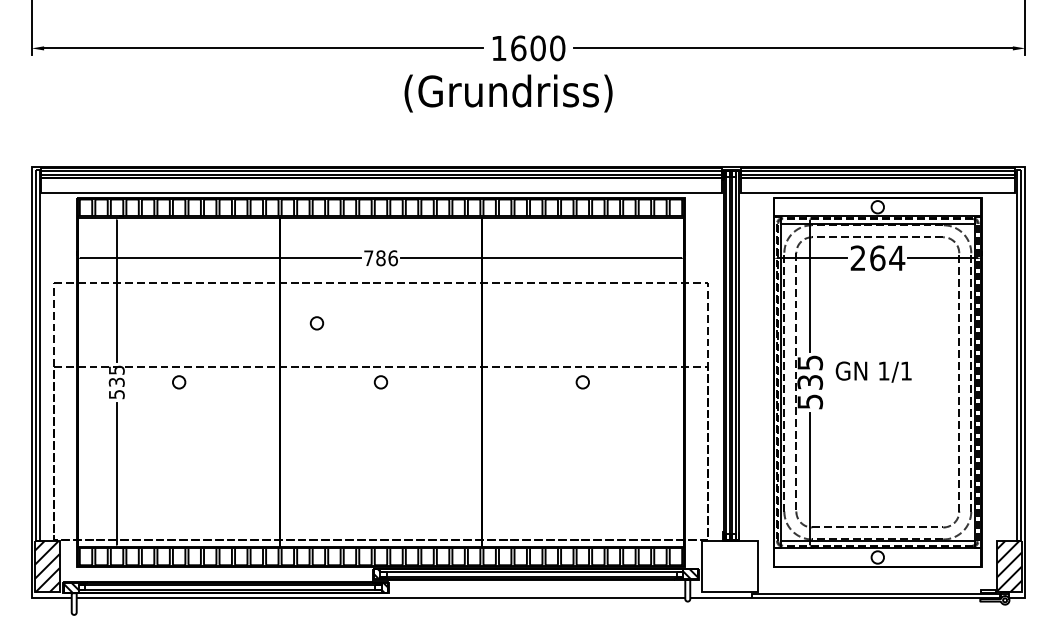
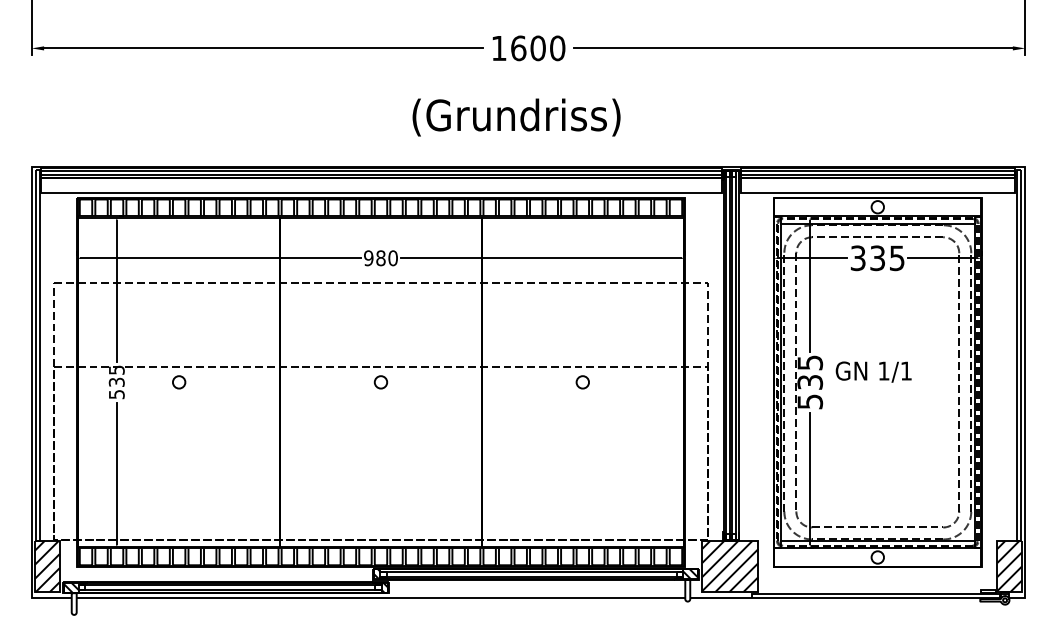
text at (508, 93) position: (508, 93) -> (516, 117)
text at (380, 258): 786 -> 980
text at (877, 258): 264 -> 335
circle at (316, 323): present -> none
hatch at (730, 566): none -> present
